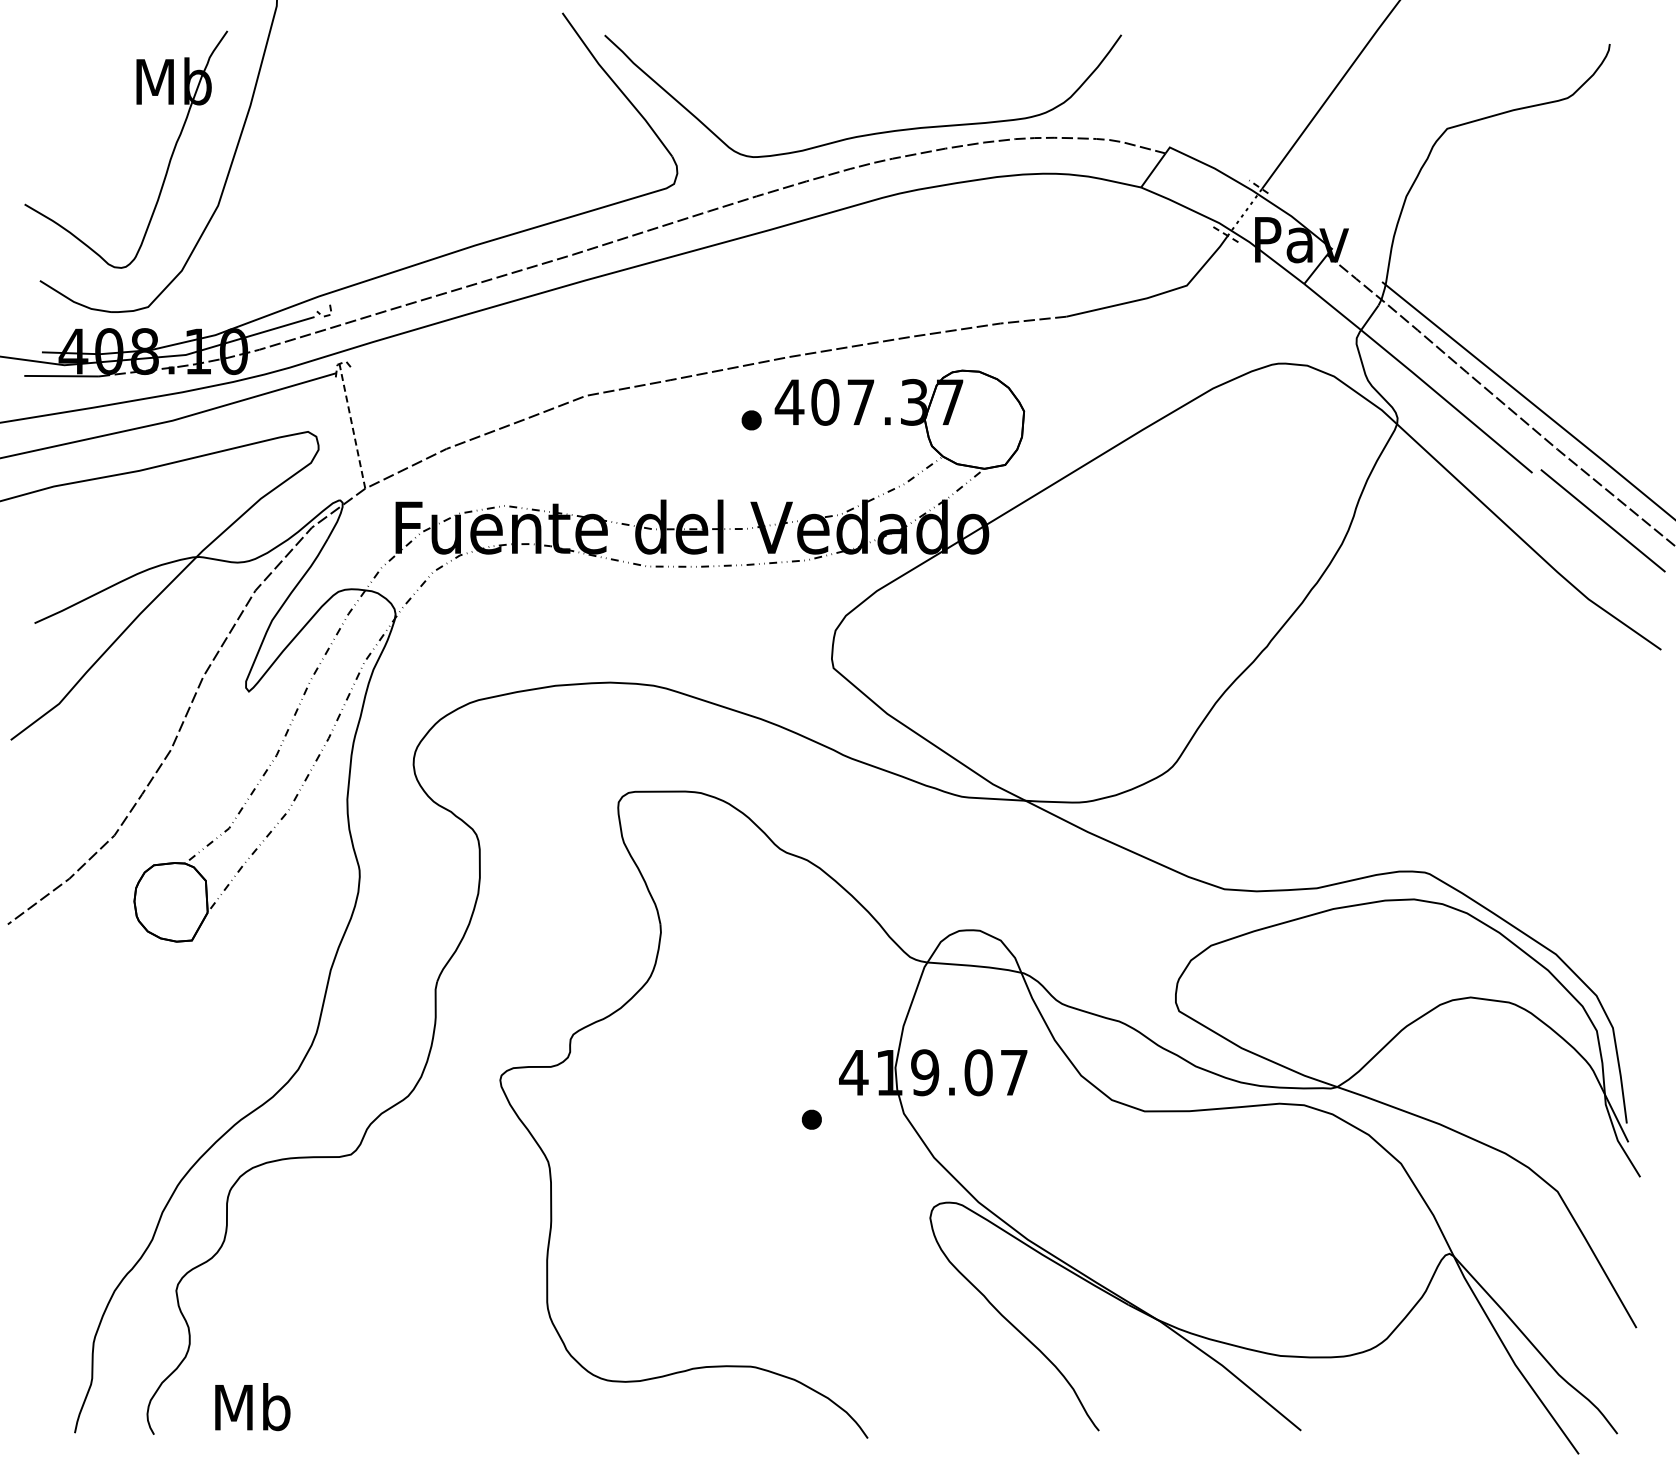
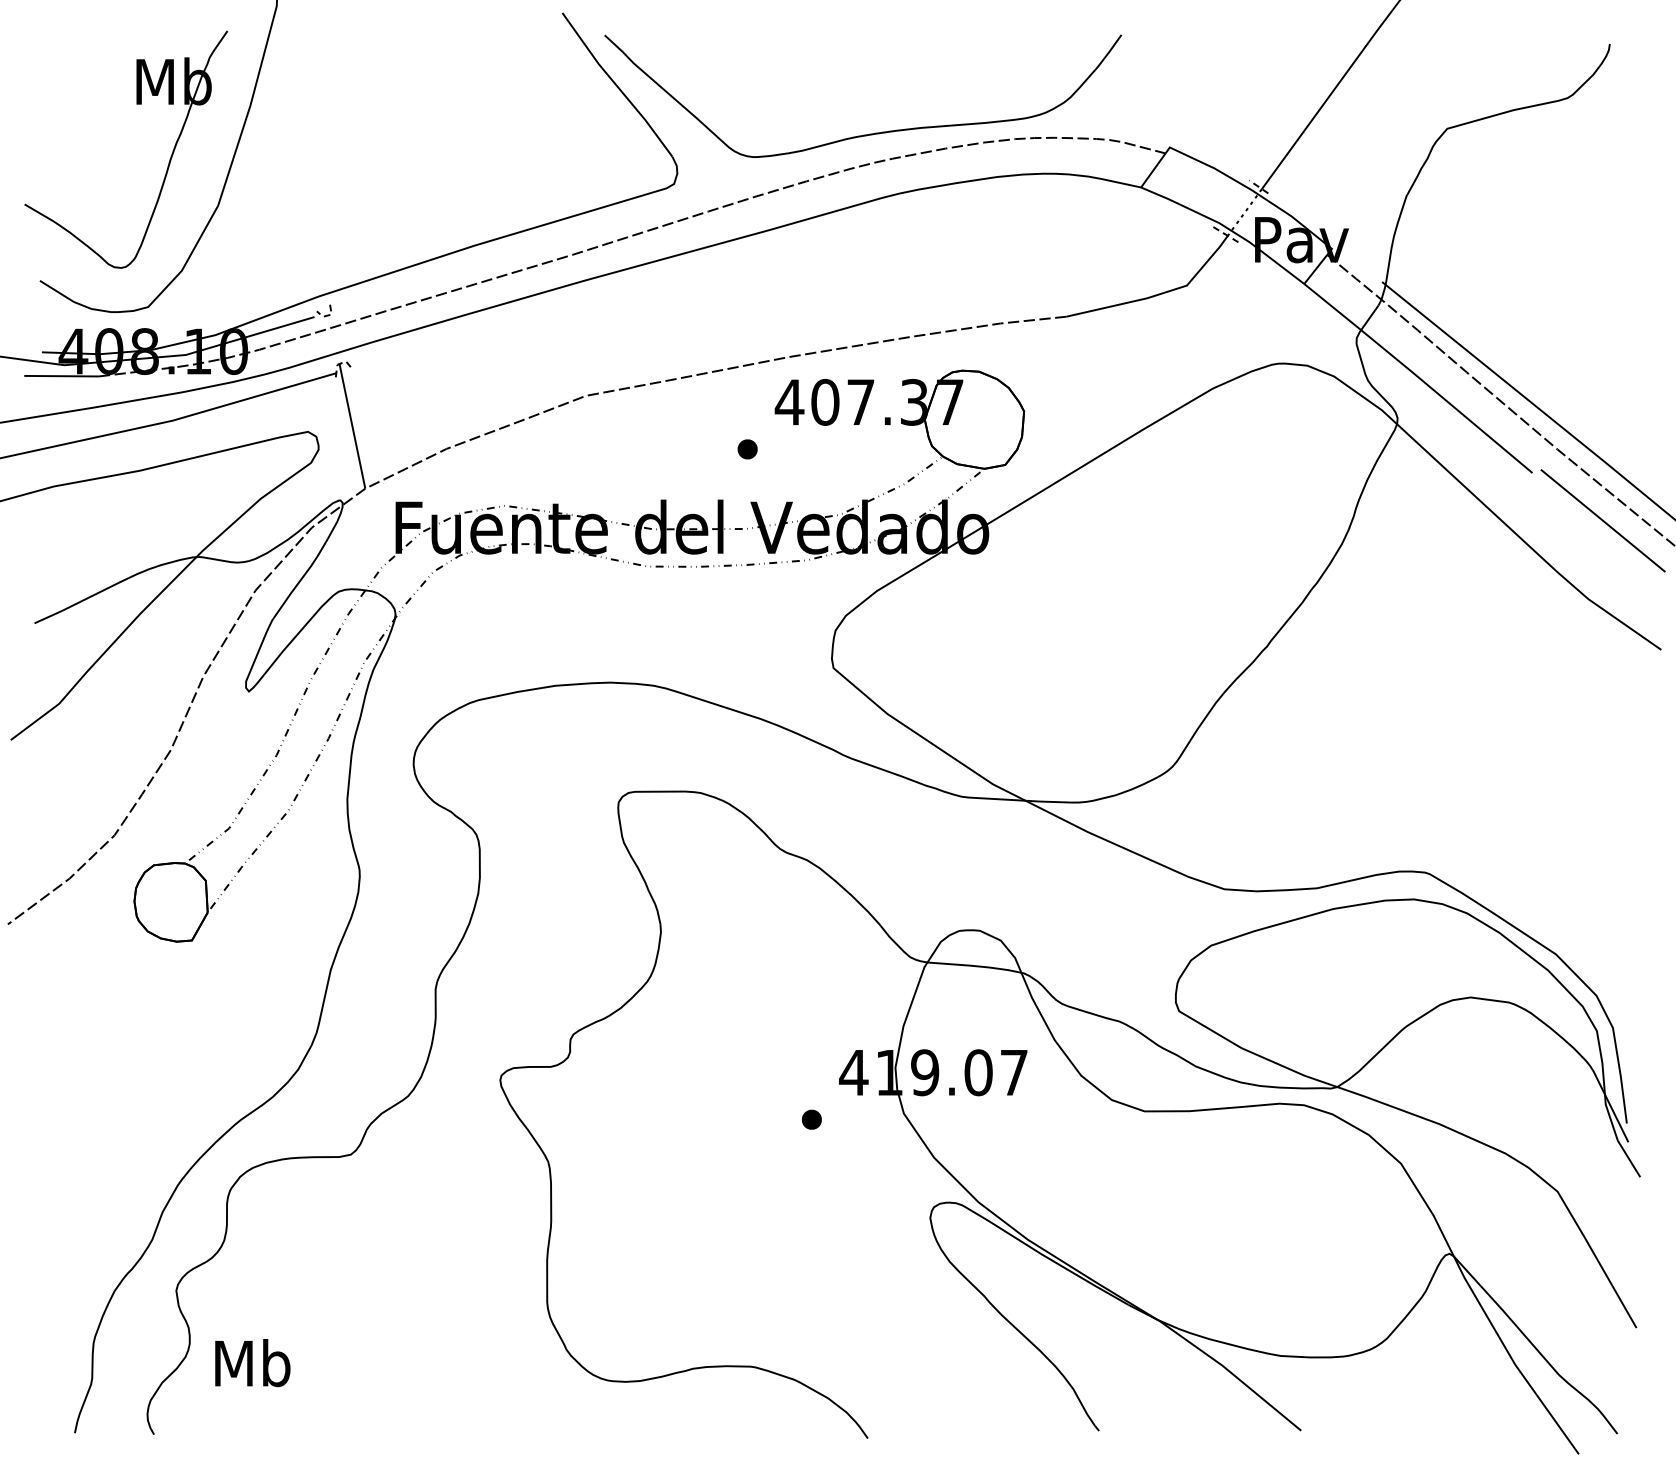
part at (751, 420) position: (751, 420) -> (747, 449)
line at (352, 426): dashed -> solid
text at (252, 1407) position: (252, 1407) -> (252, 1363)
